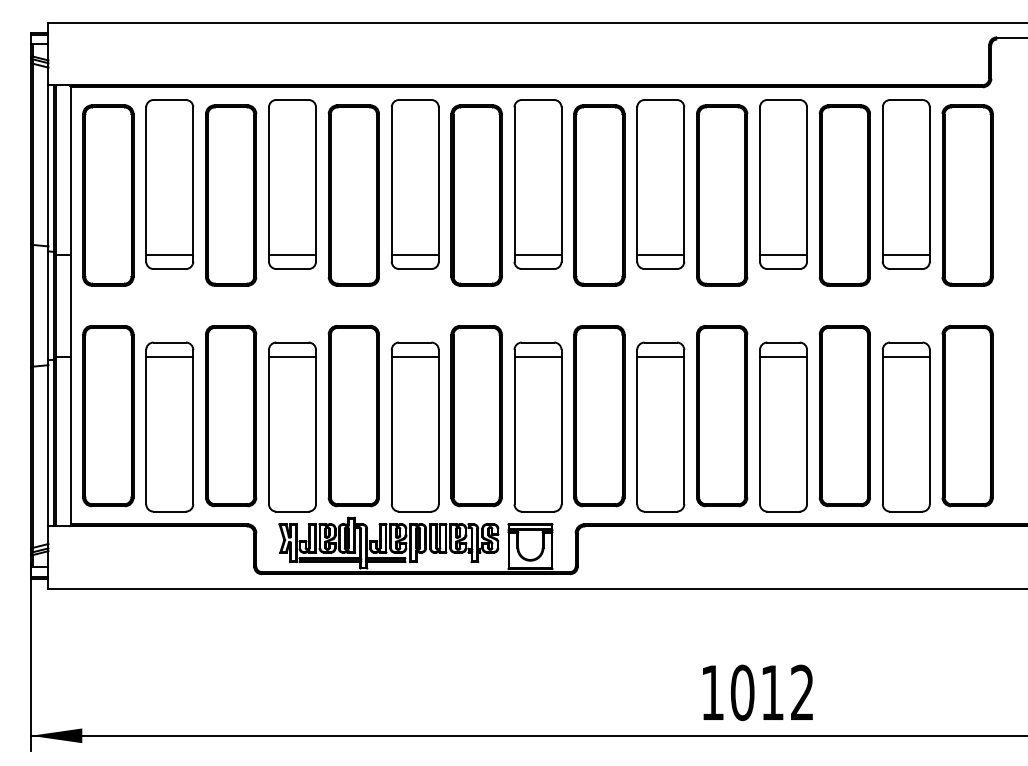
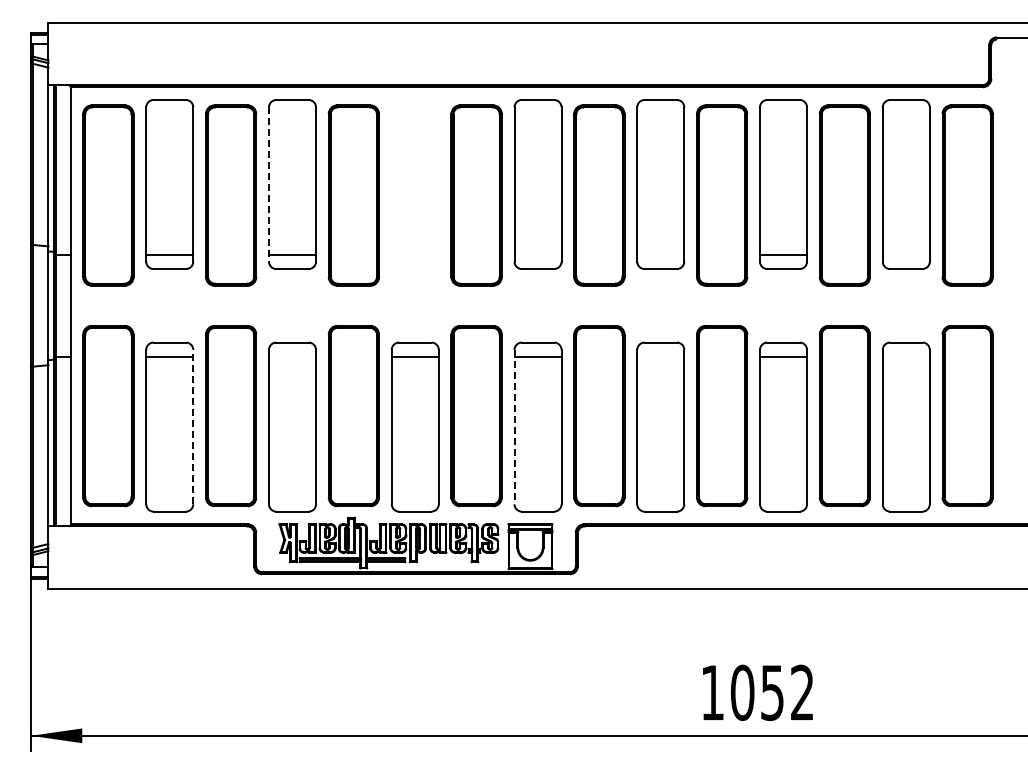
part at (414, 184): present -> none
line at (268, 185): solid -> dashed
line at (537, 254): present -> none
line at (660, 254): present -> none
line at (905, 254): present -> none
line at (292, 356): present -> none
line at (660, 356): present -> none
line at (905, 356): present -> none
line at (193, 426): solid -> dashed
line at (514, 427): solid -> dashed
text at (772, 693): 1012 -> 1052
